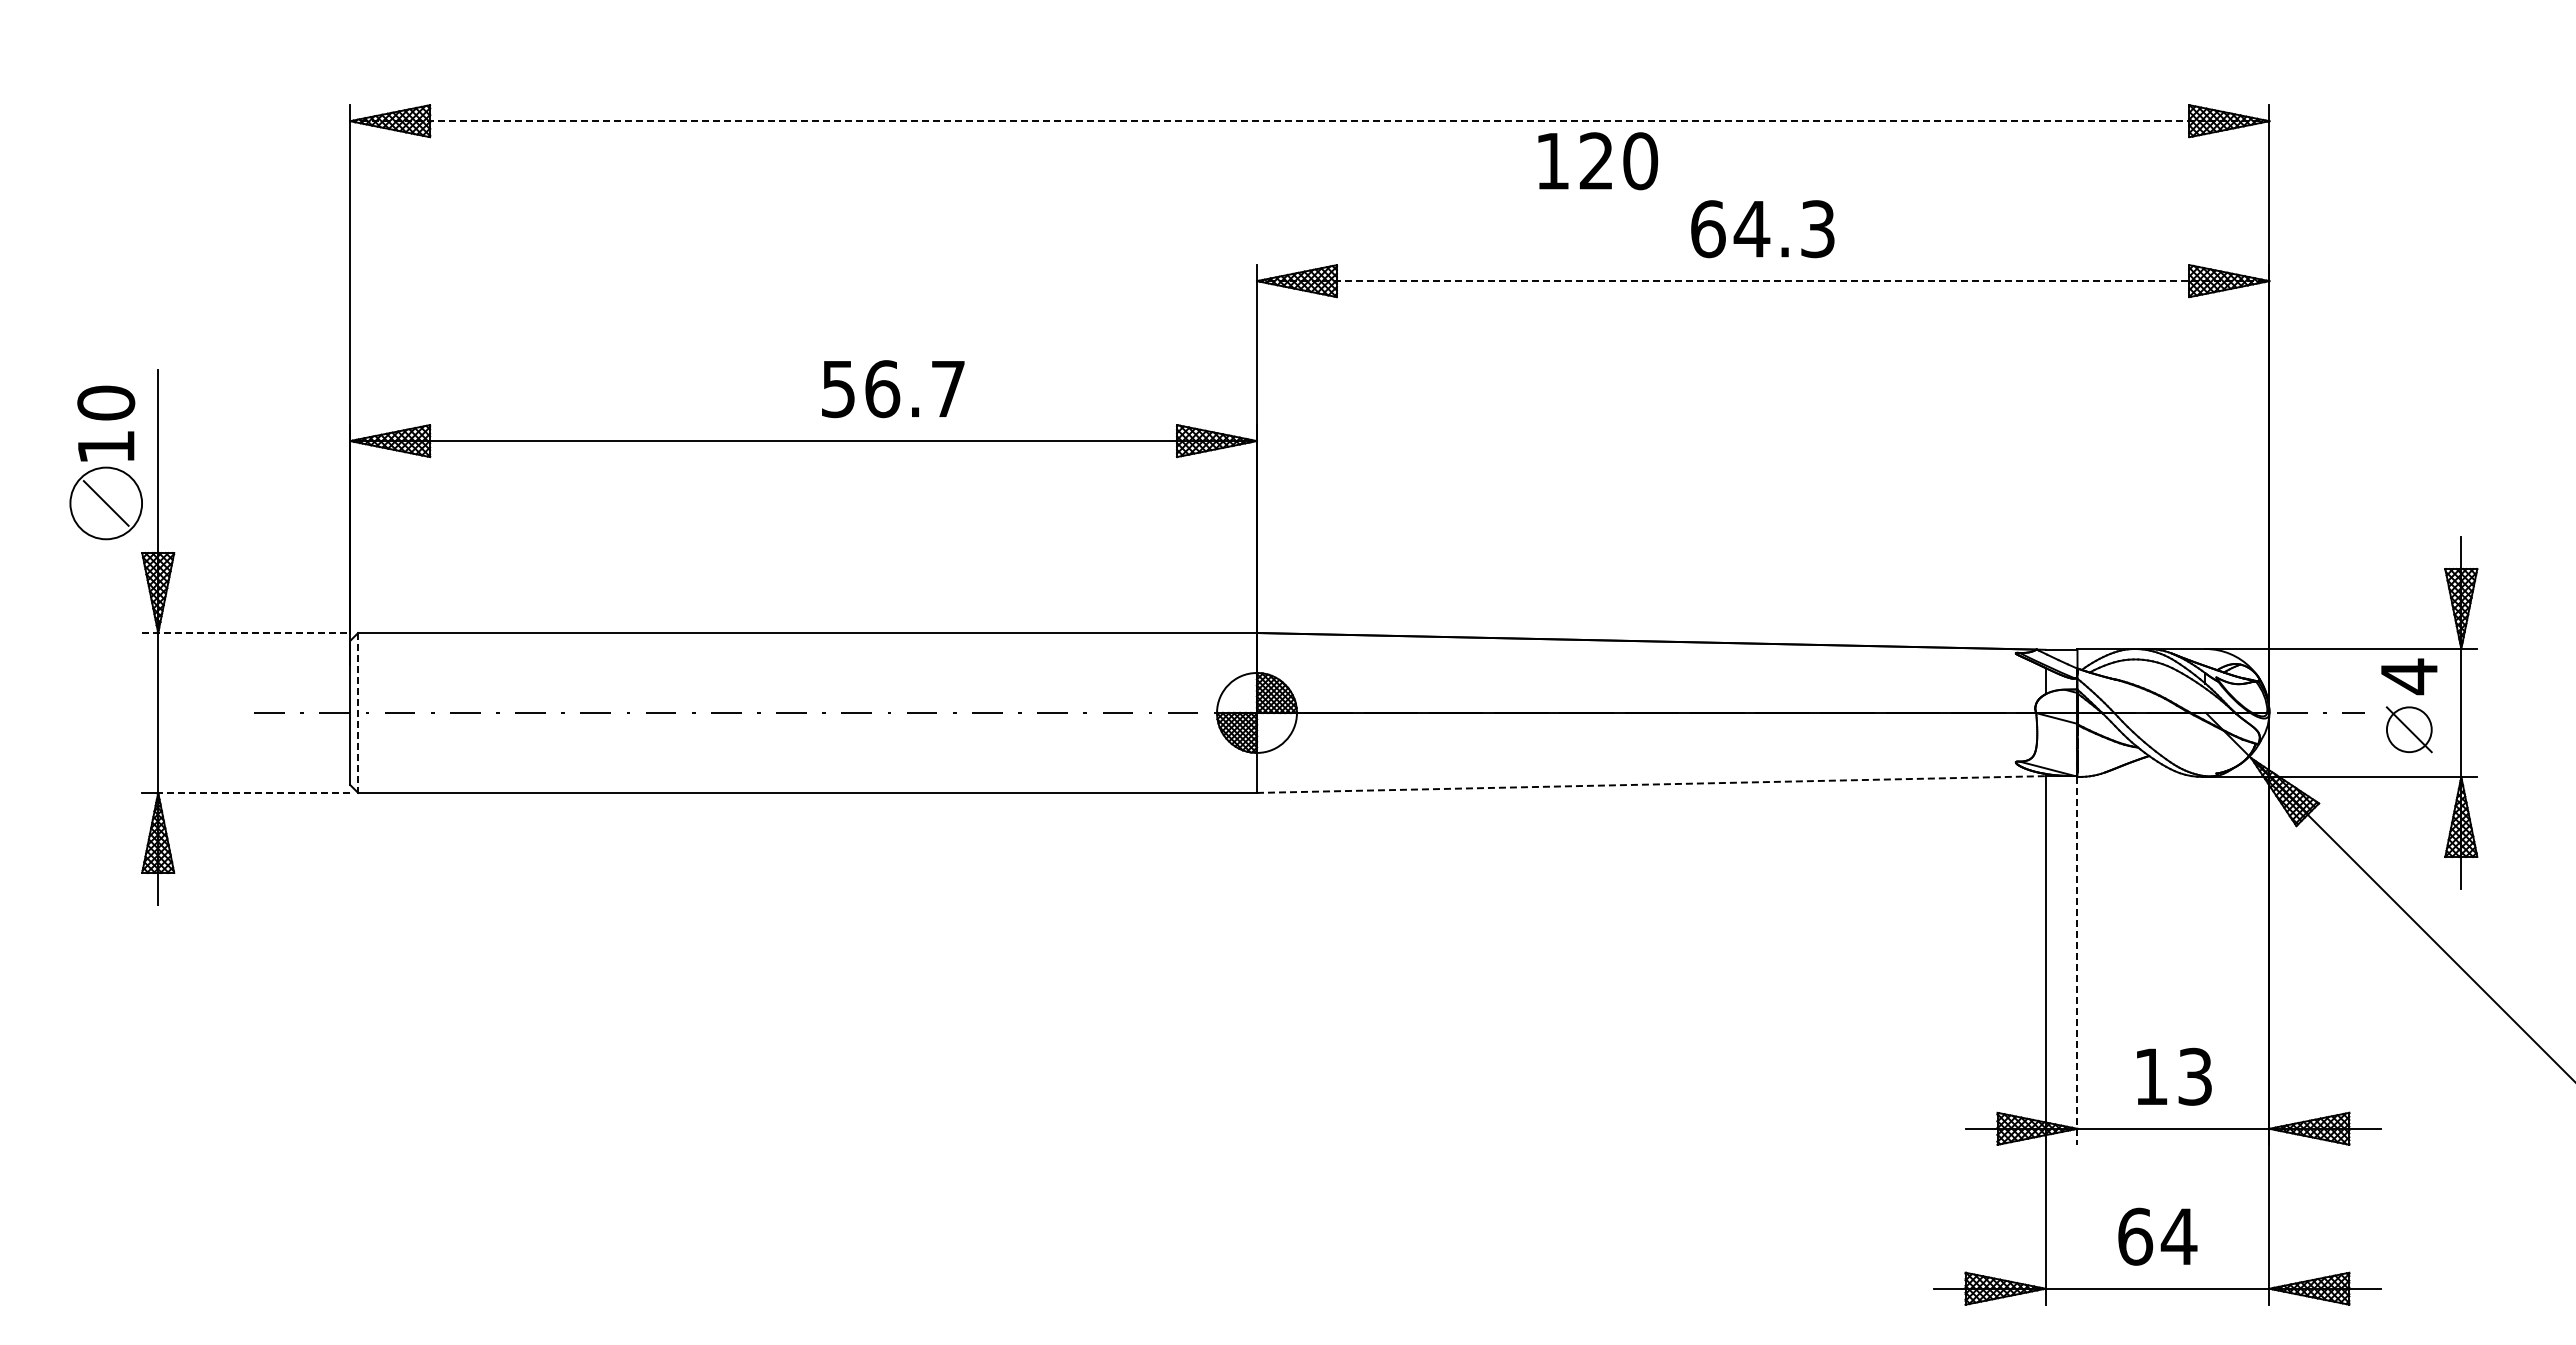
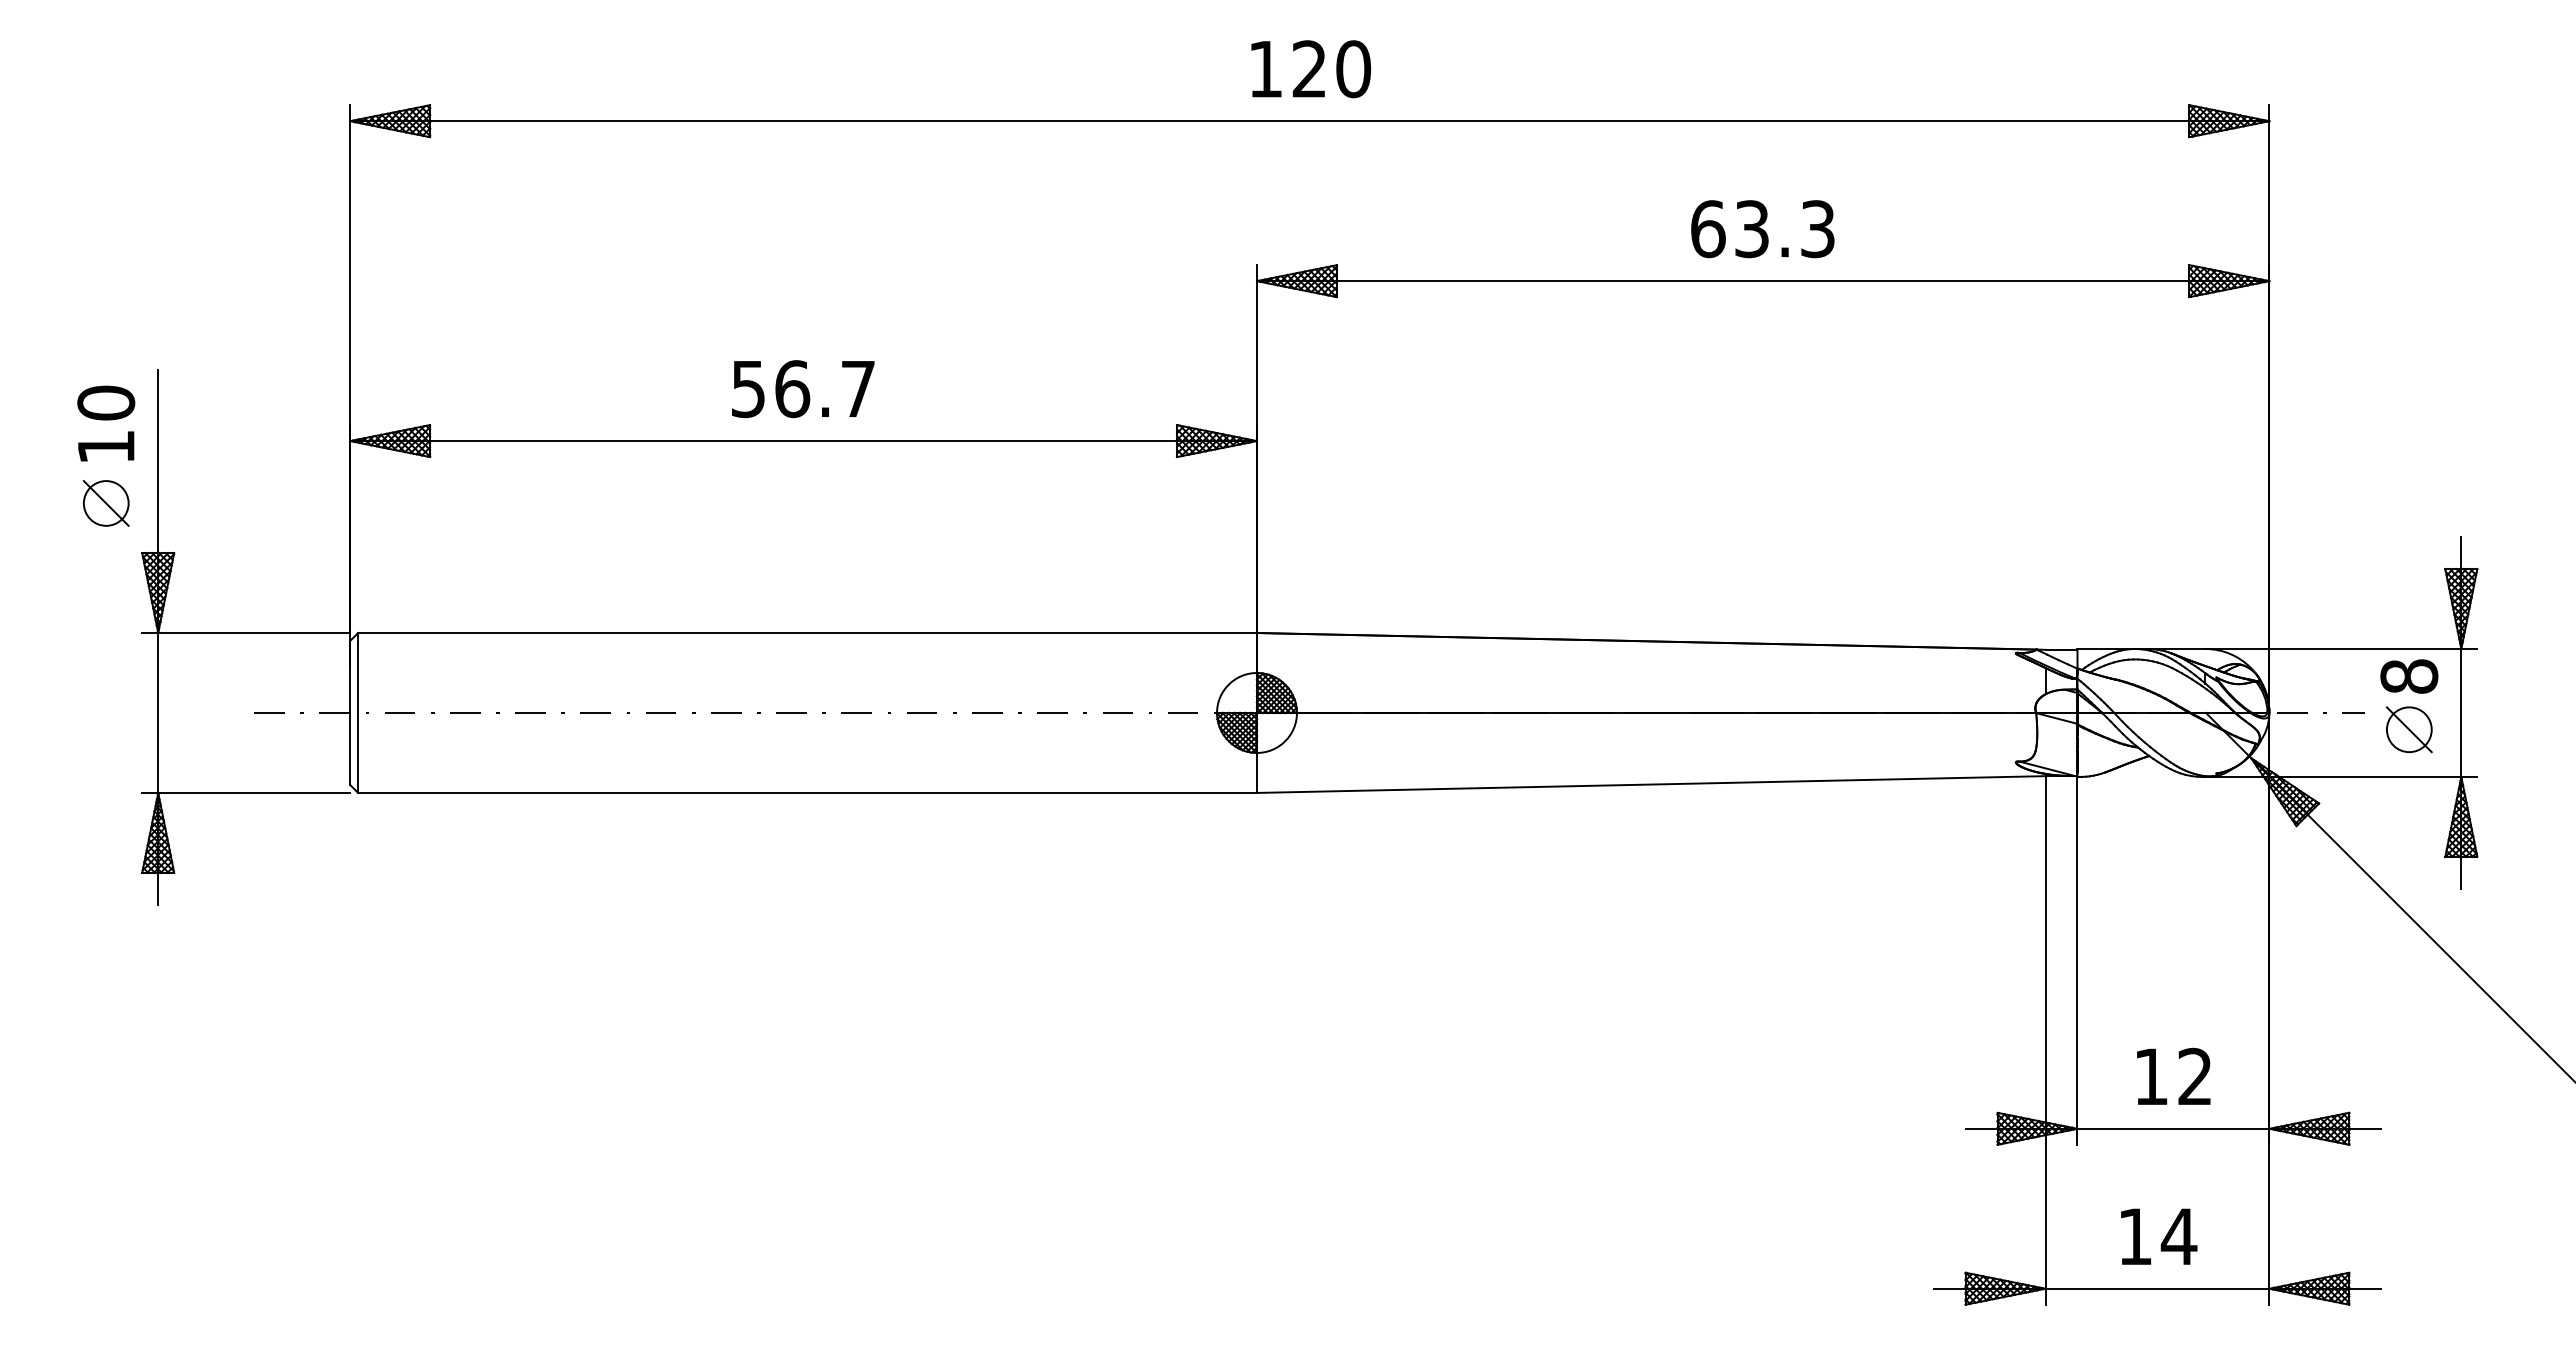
line at (1309, 121): dashed -> solid
text at (1598, 161) position: (1598, 161) -> (1311, 69)
text at (1751, 229): 64.3 -> 63.3
line at (1763, 281): dashed -> solid
text at (893, 389) position: (893, 389) -> (803, 389)
circle at (106, 503) diameter: 72 px -> 45 px
line at (246, 633): dashed -> solid
text at (2409, 676): 4 -> 8
line at (358, 712): dashed -> solid
line at (1651, 784): dashed -> solid
line at (254, 792): dashed -> solid
line at (2077, 960): dashed -> solid
text at (2194, 1076): 13 -> 12
text at (2135, 1236): 64 -> 14
